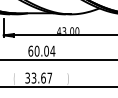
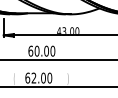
text at (52, 50): 60.04 -> 60.00
text at (38, 77): 33.67 -> 62.00
